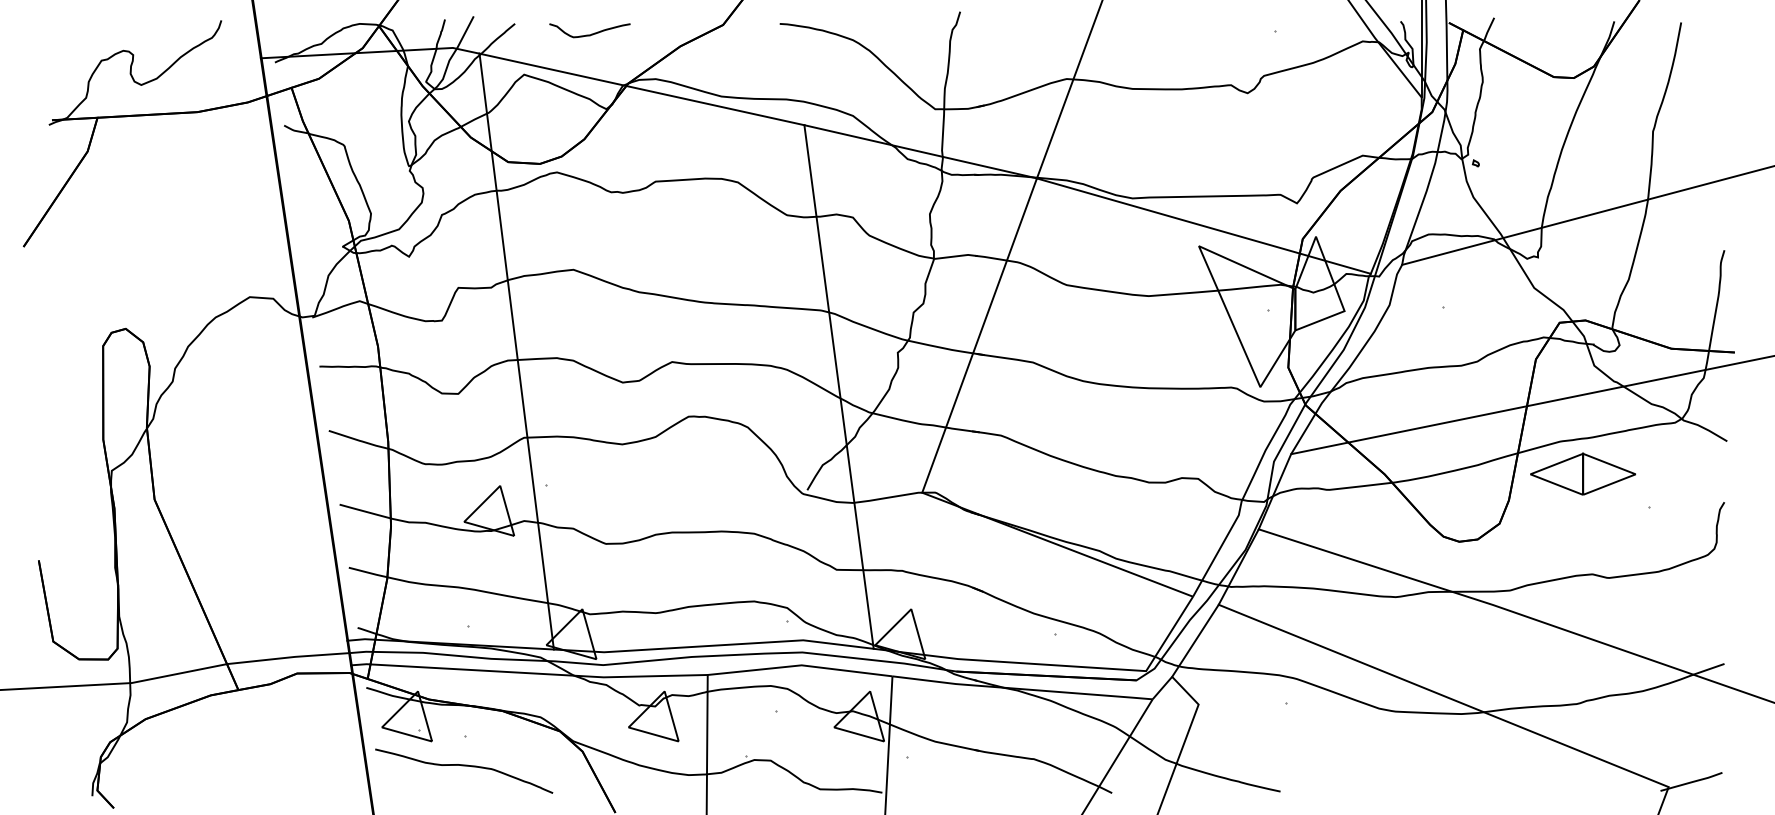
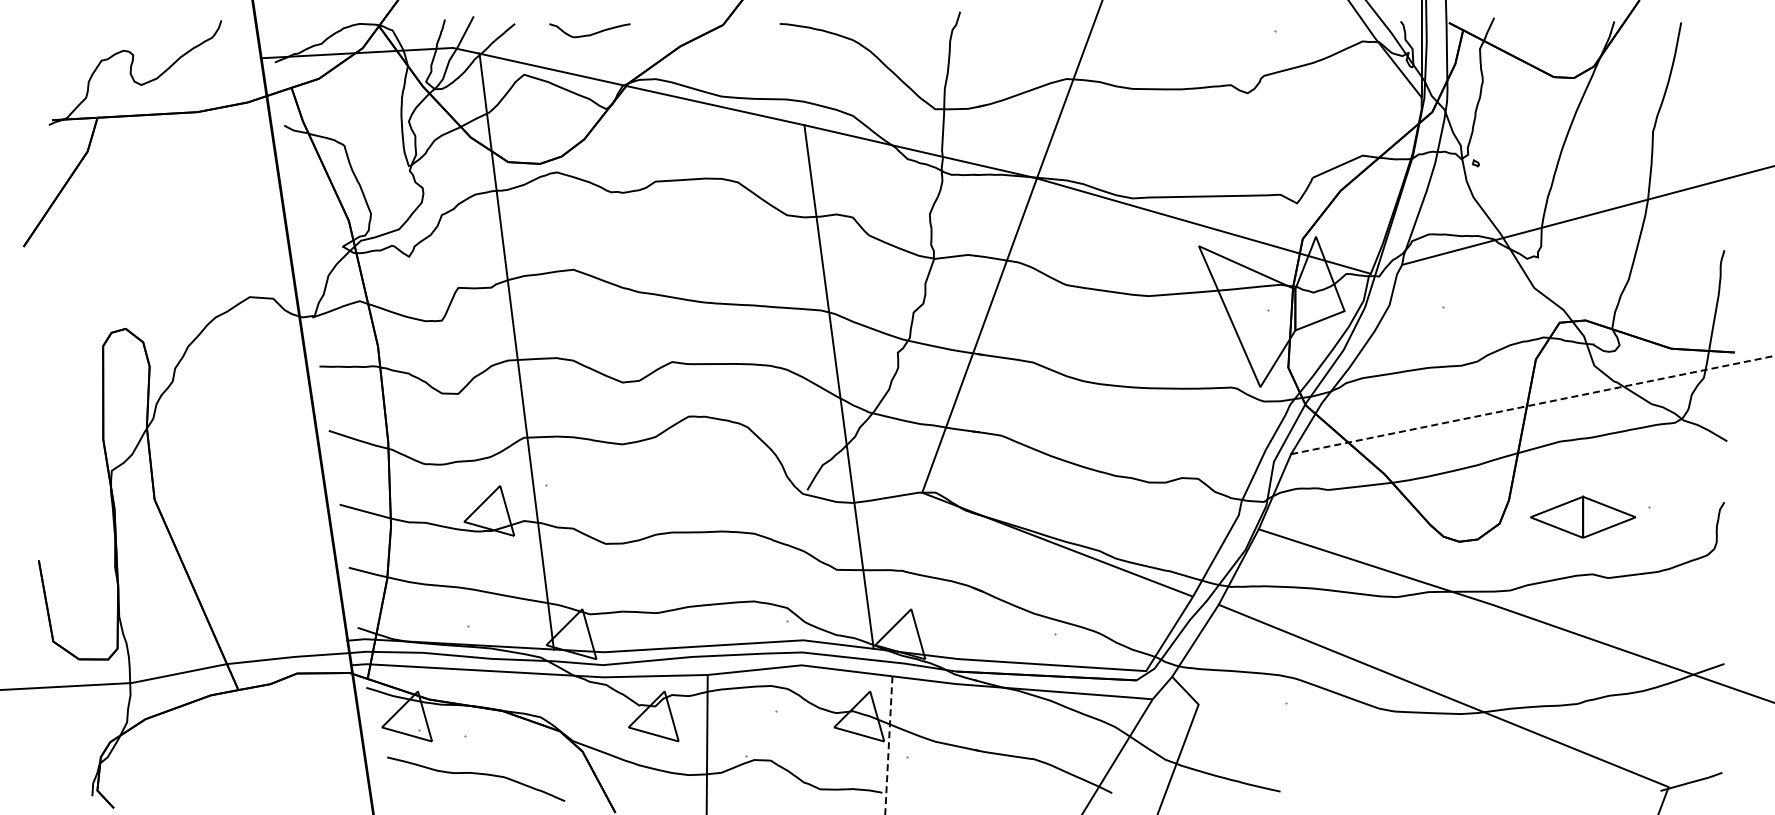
line at (1532, 405): solid -> dashed
part at (1582, 473) position: (1582, 473) -> (1582, 516)
line at (888, 745): solid -> dashed
curve at (464, 766) position: (464, 766) -> (476, 774)
